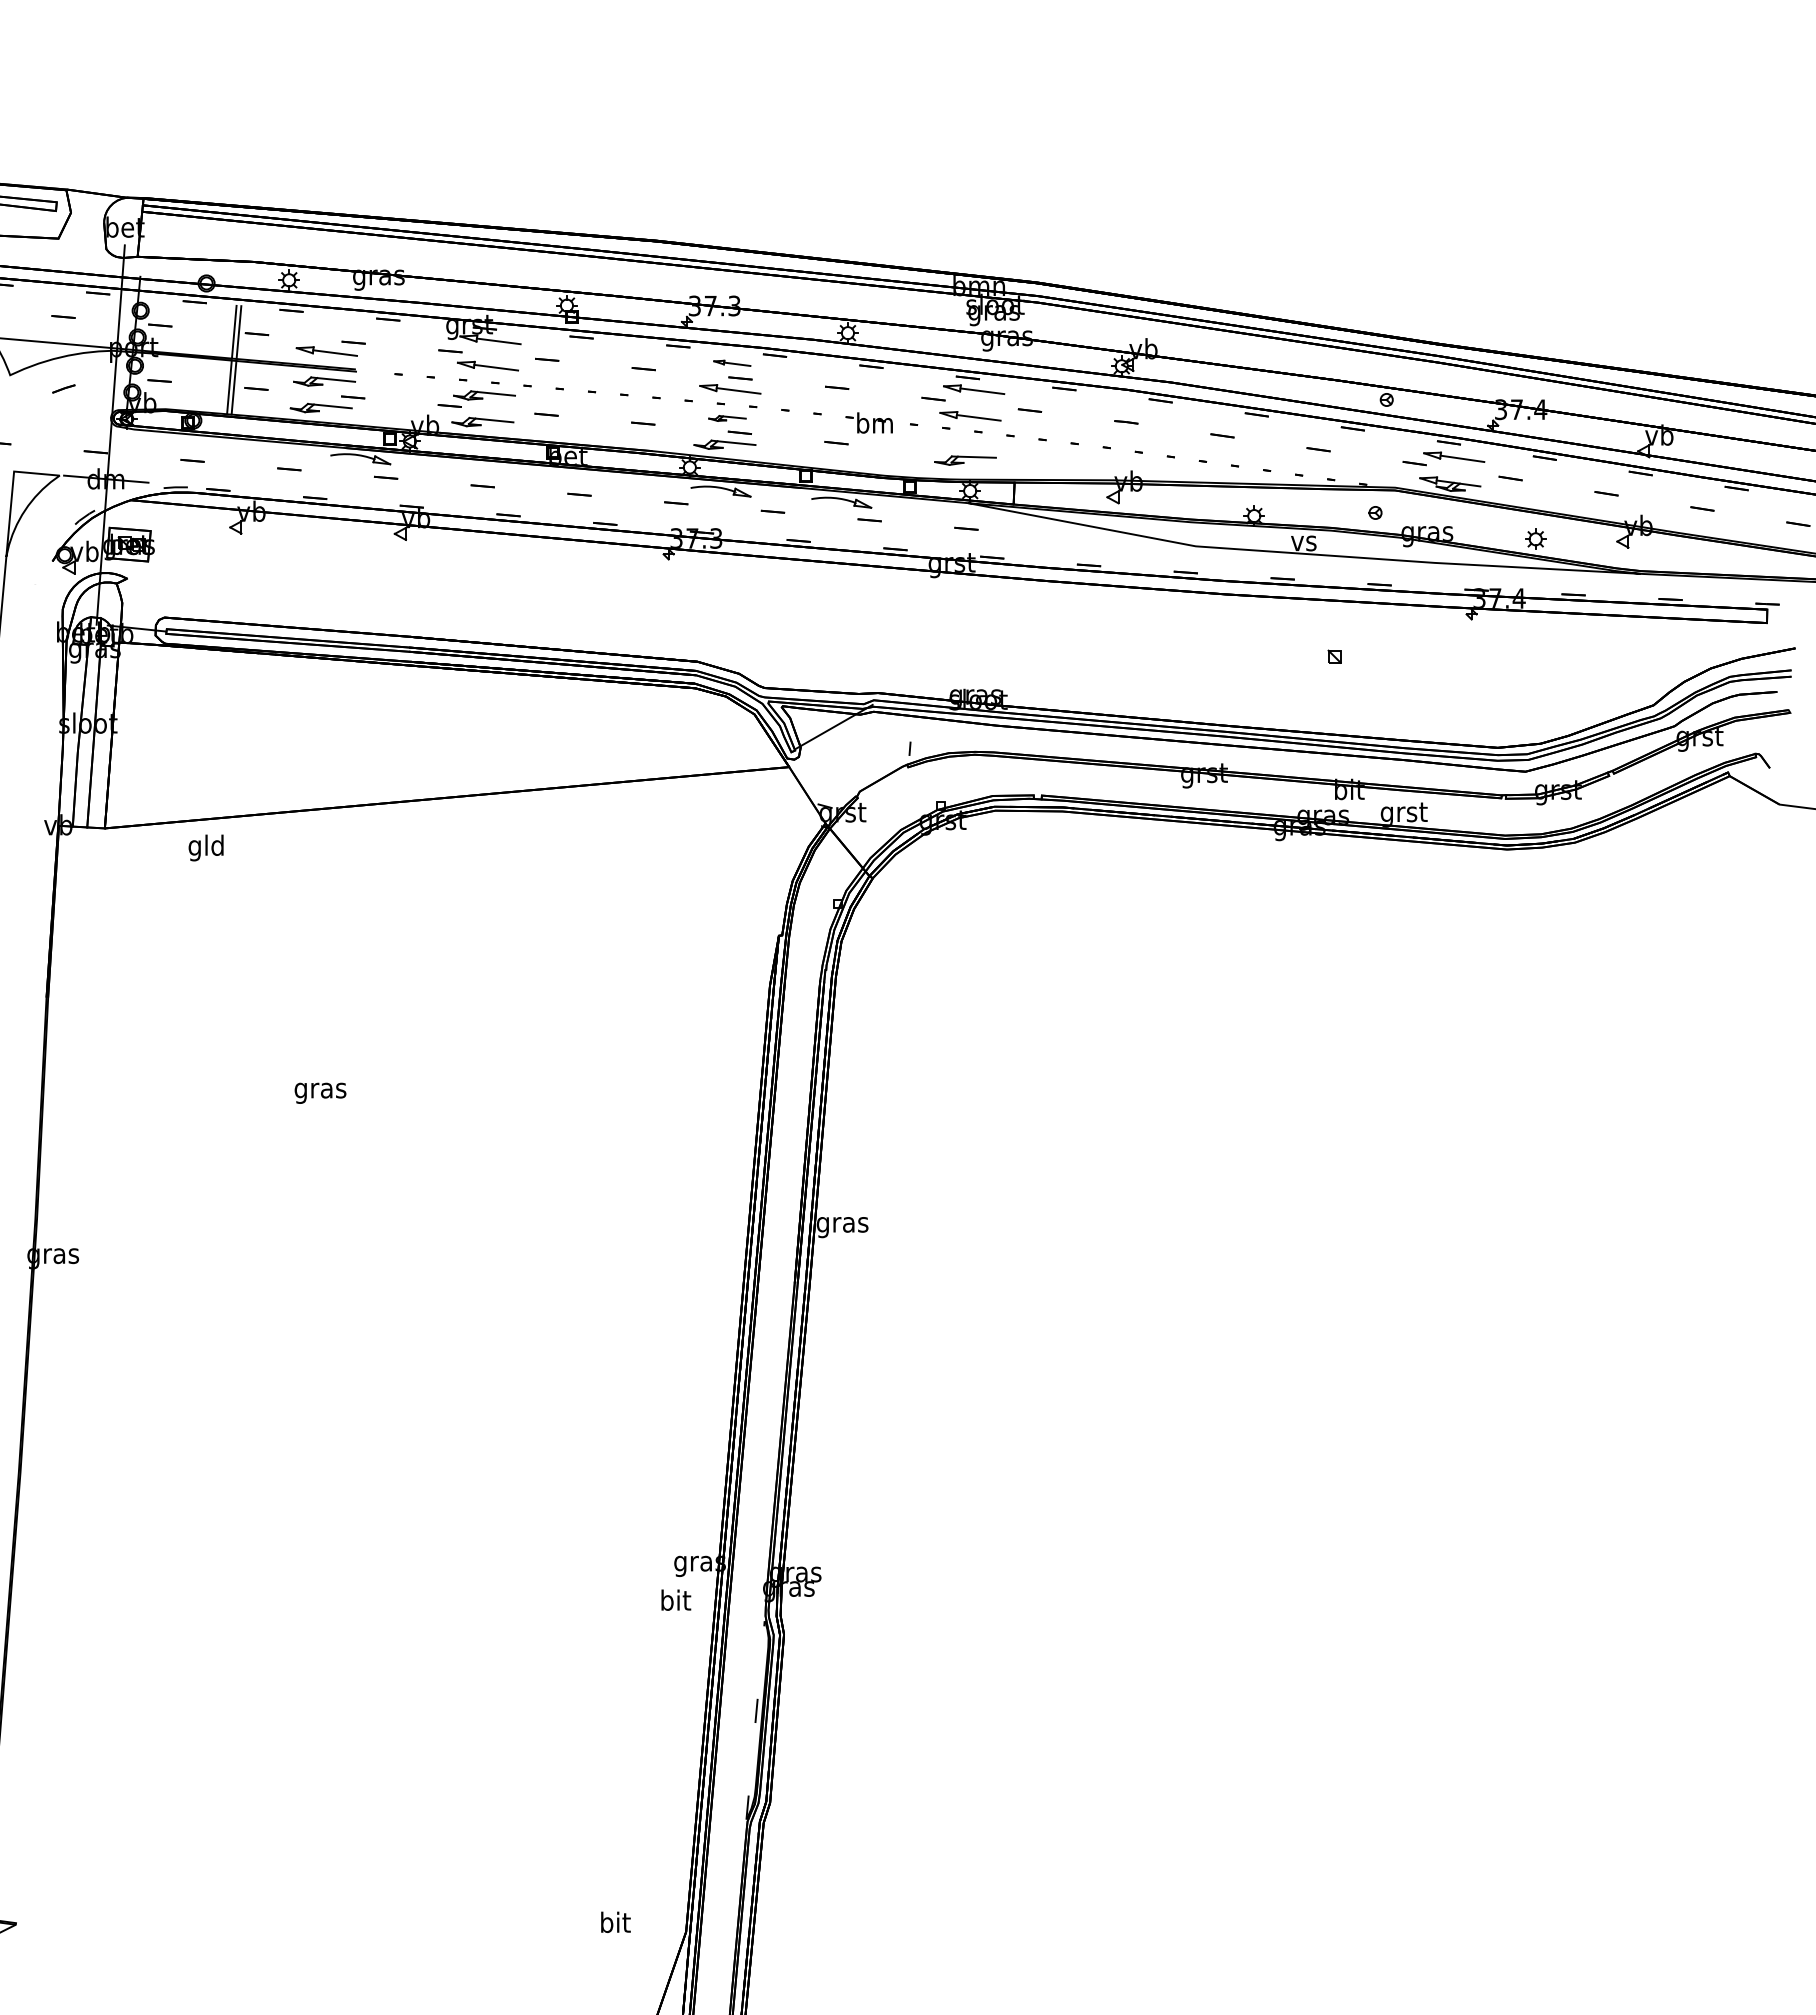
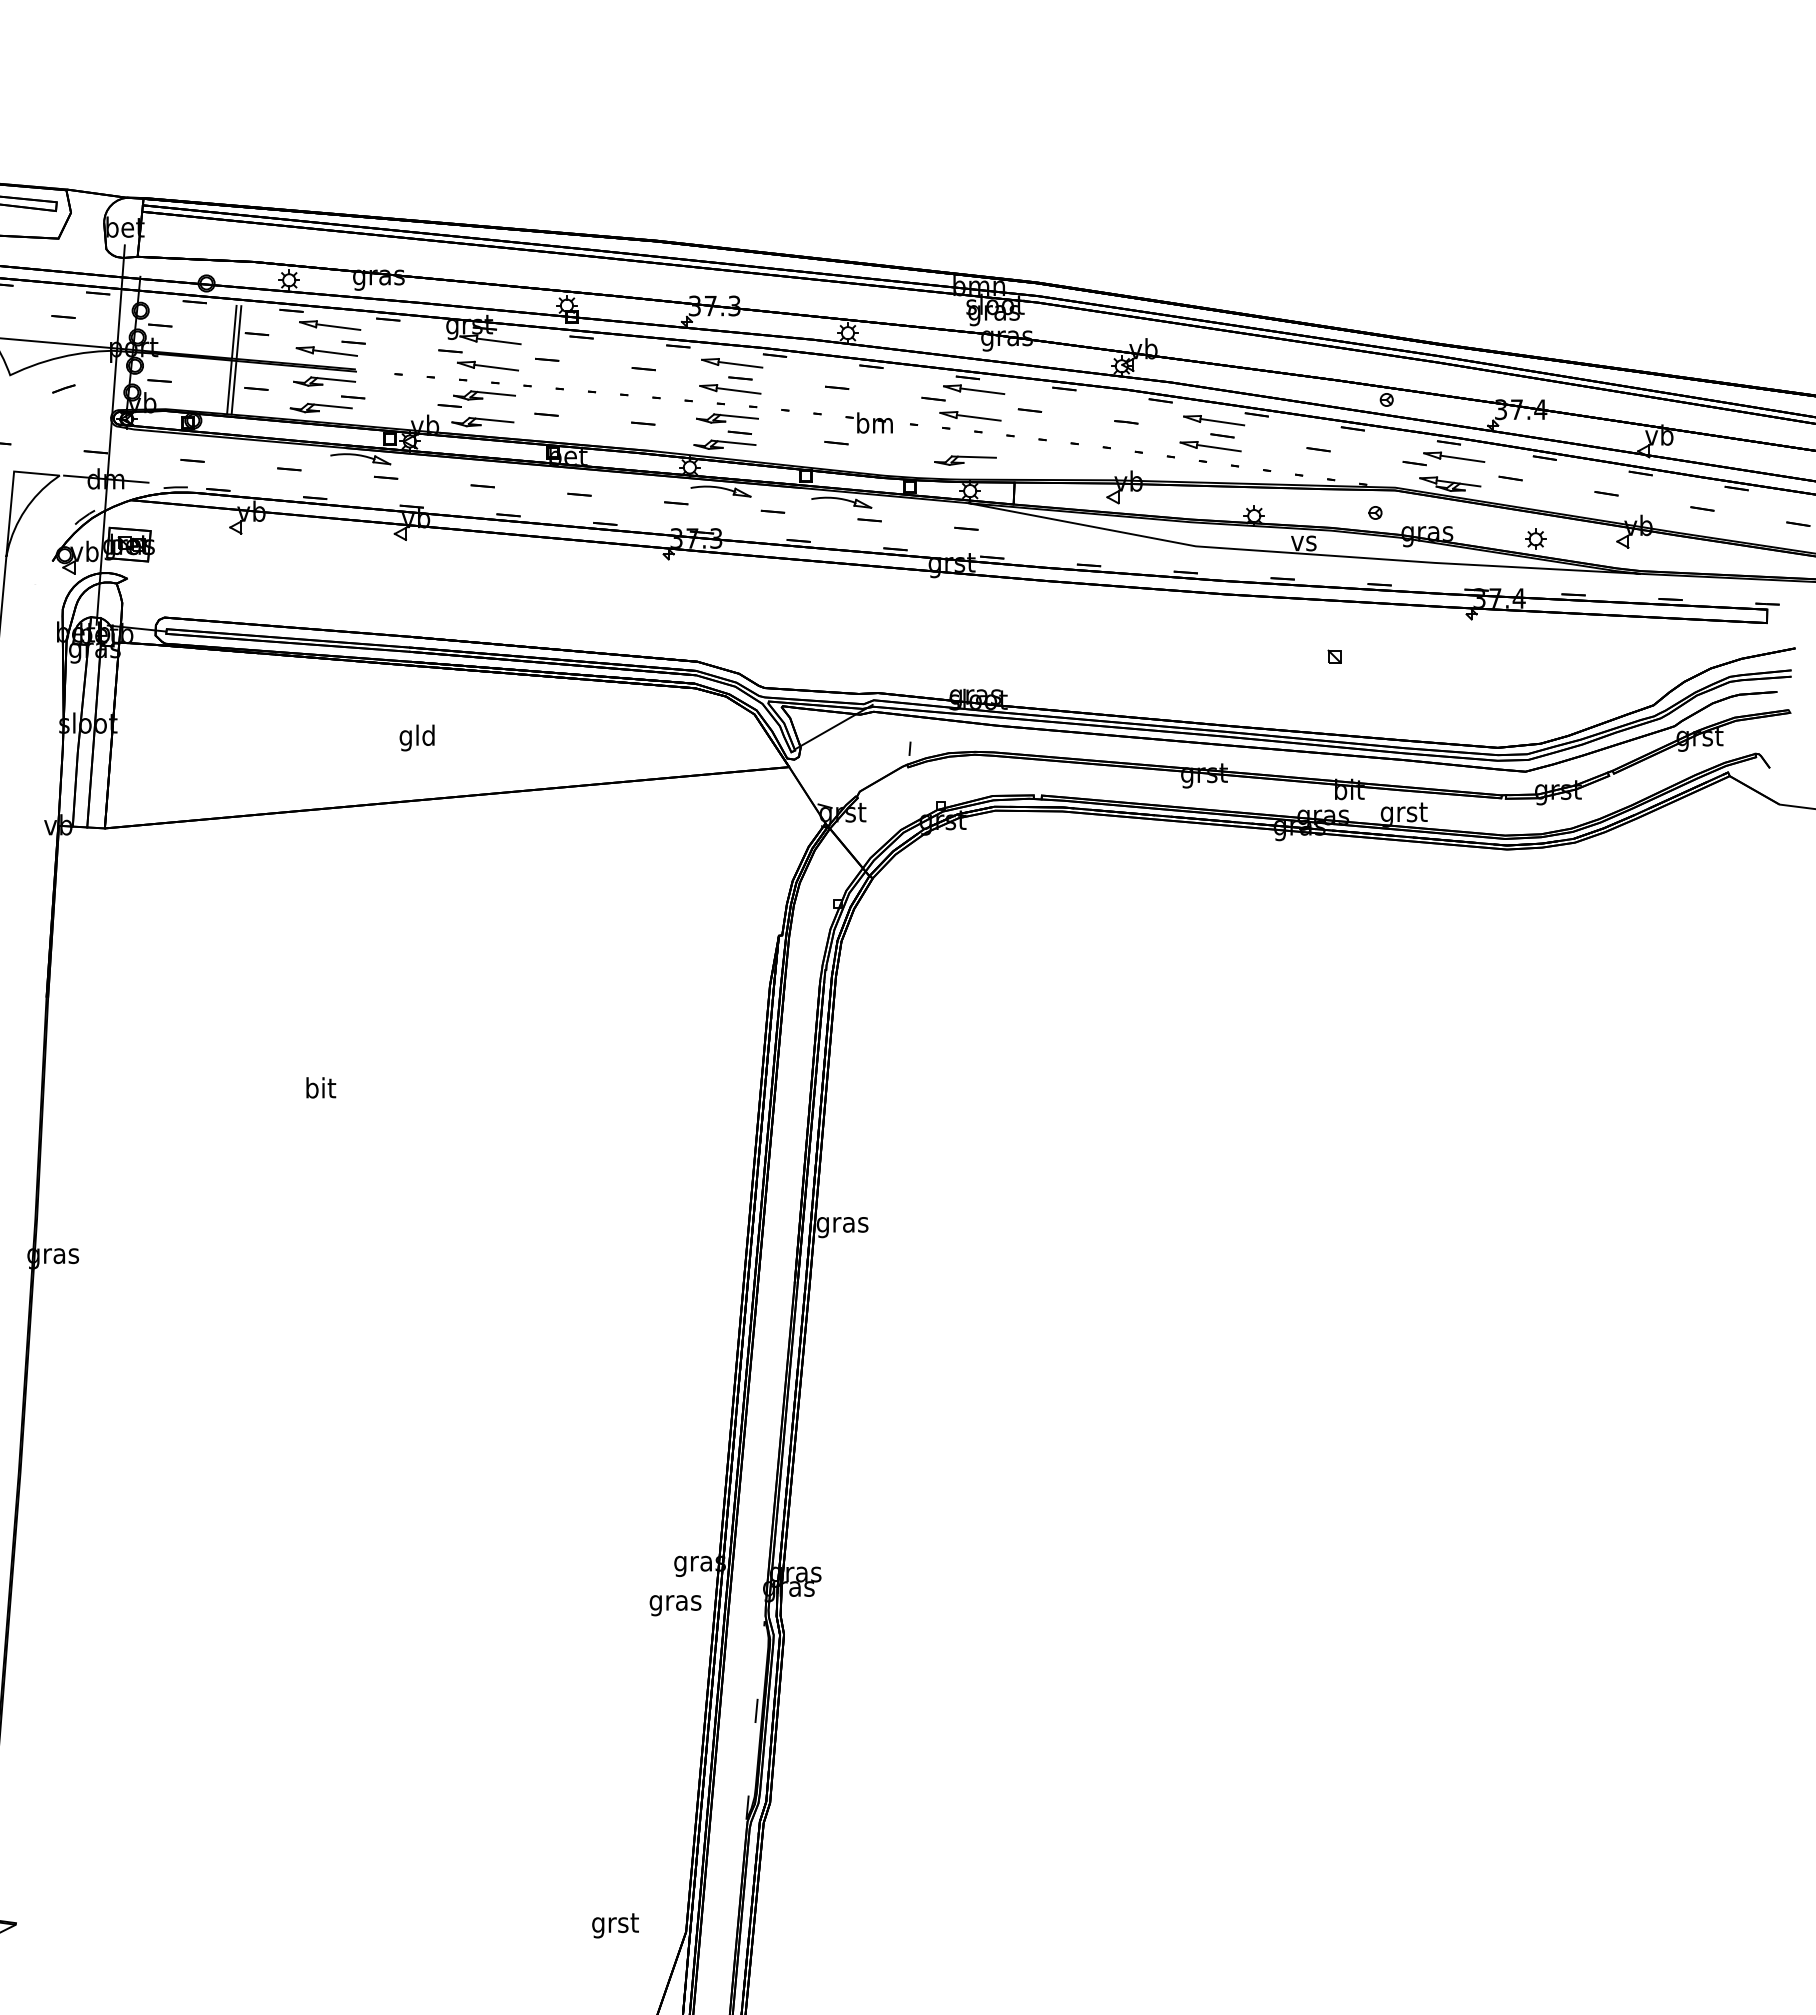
part at (330, 325): none -> present
part at (732, 362) size: 39x8 px -> 63x11 px
part at (727, 418) size: 39x7 px -> 63x11 px
part at (1214, 420): none -> present
part at (1210, 446): none -> present
text at (205, 847) position: (205, 847) -> (416, 737)
text at (320, 1090): gras -> bit
text at (675, 1602): bit -> gras
text at (615, 1924): bit -> grst
